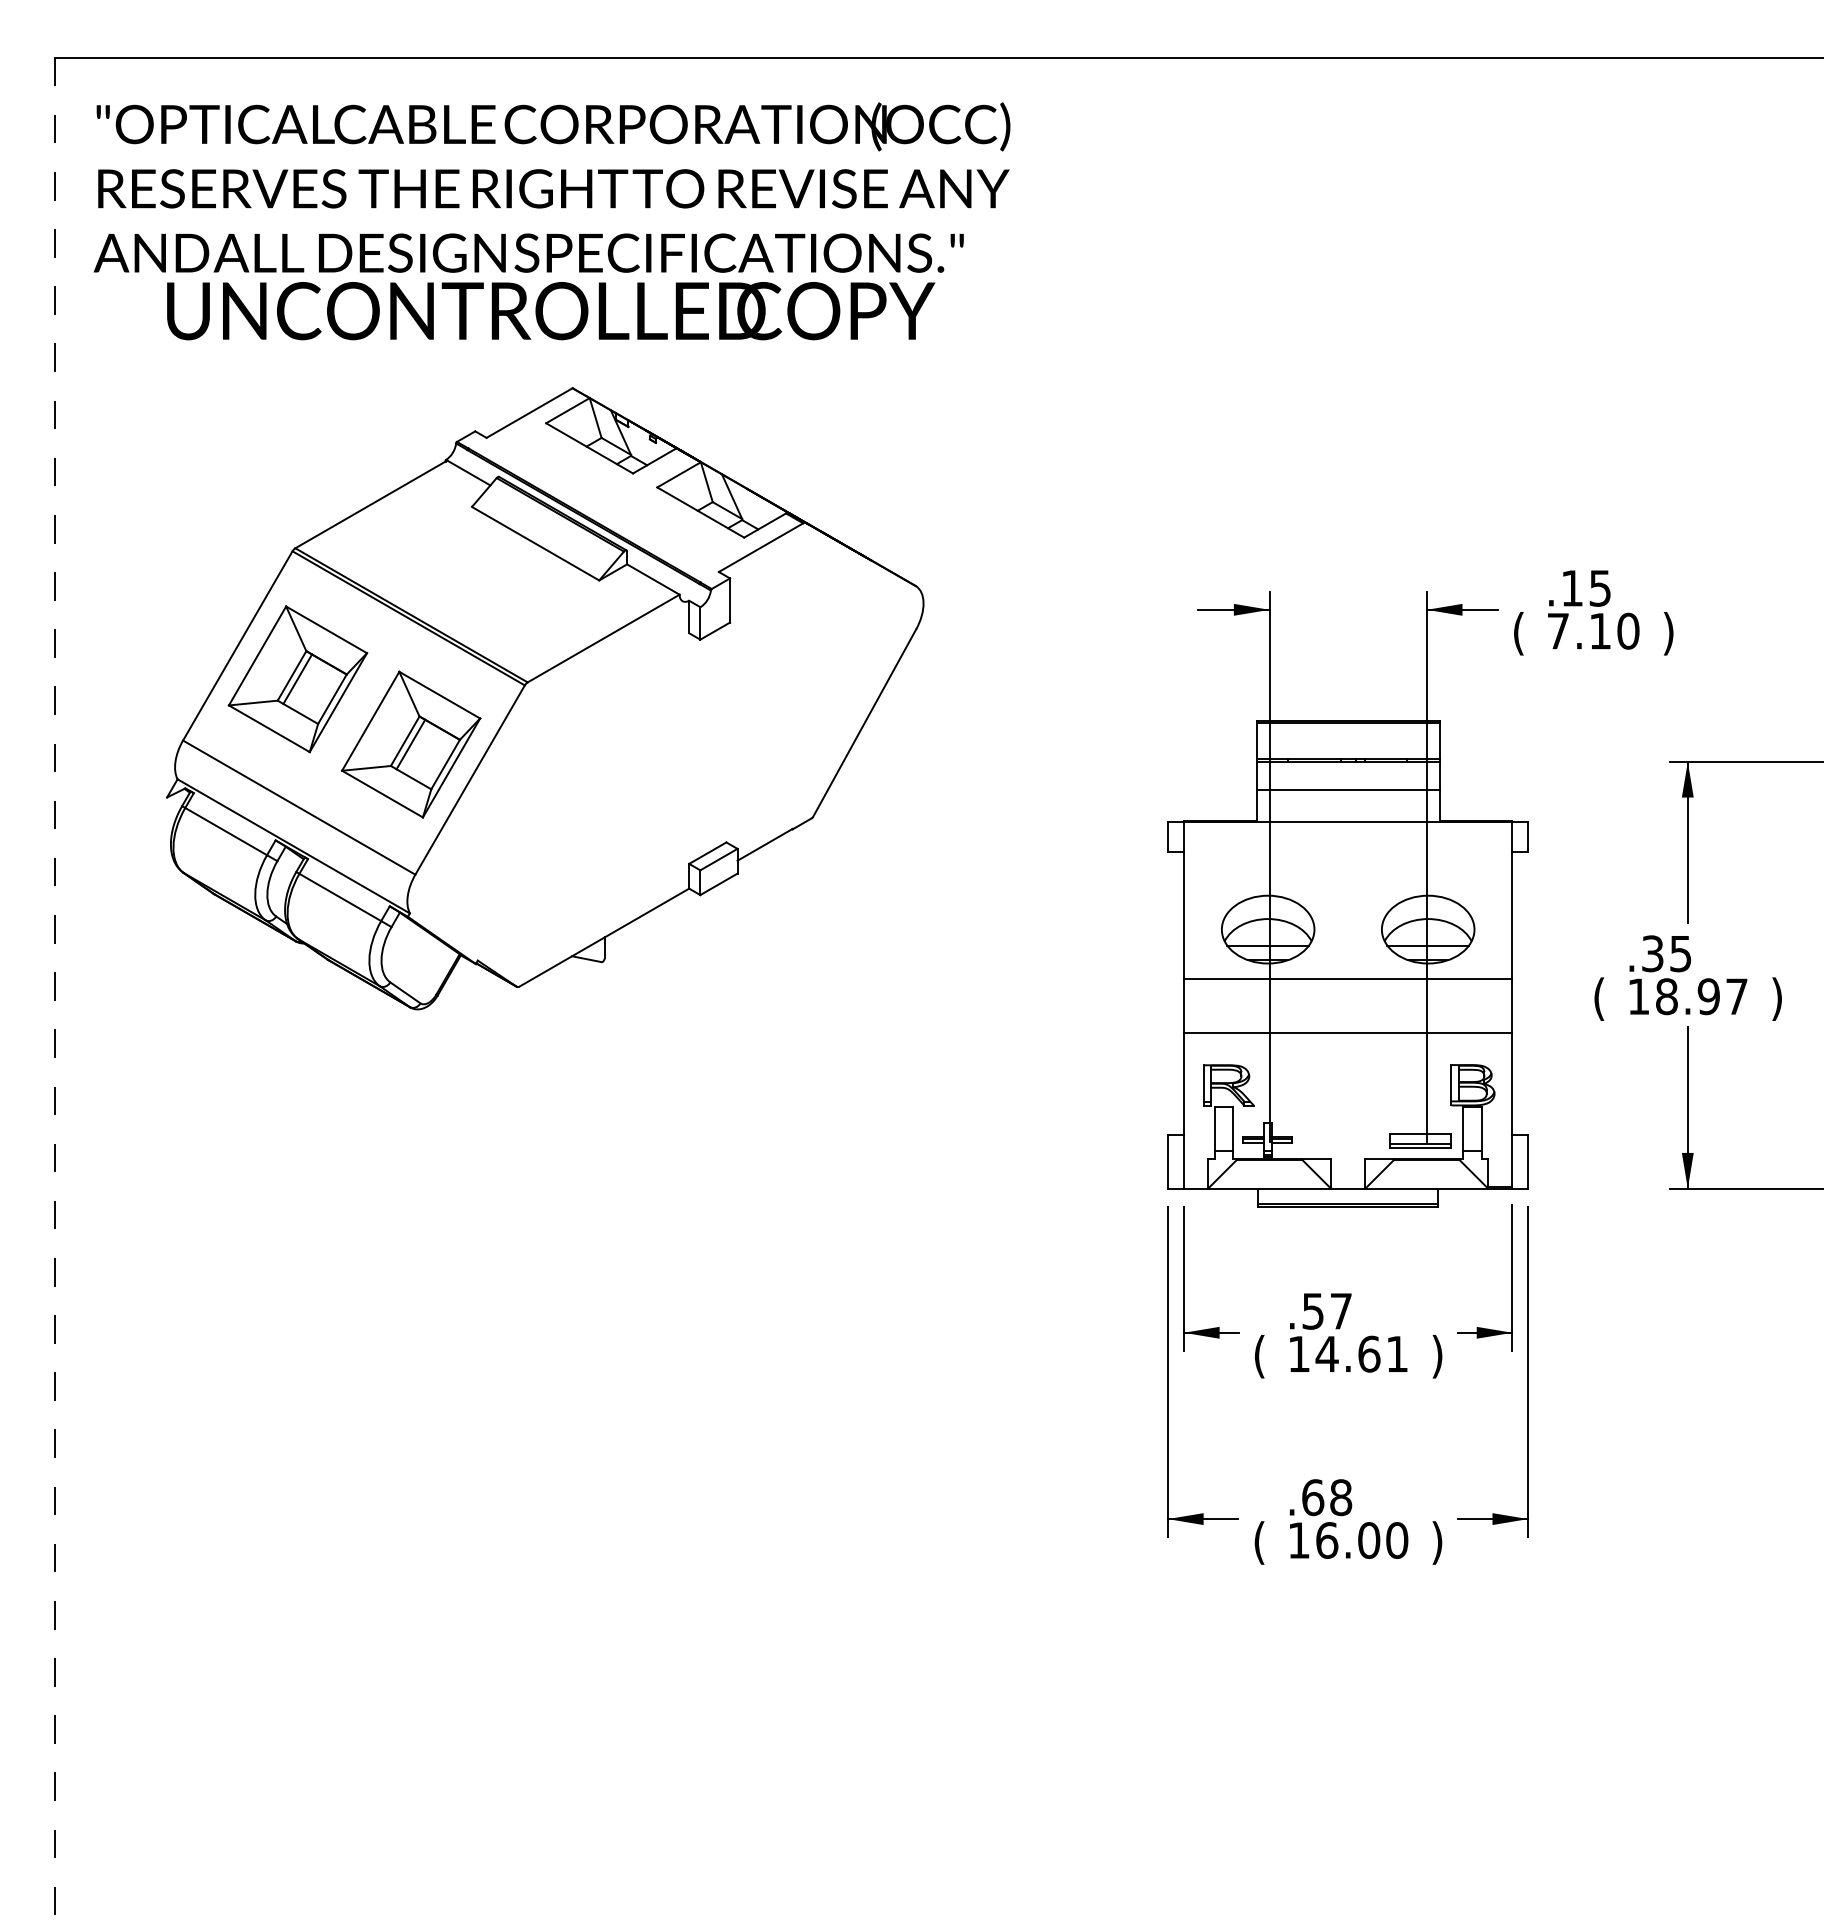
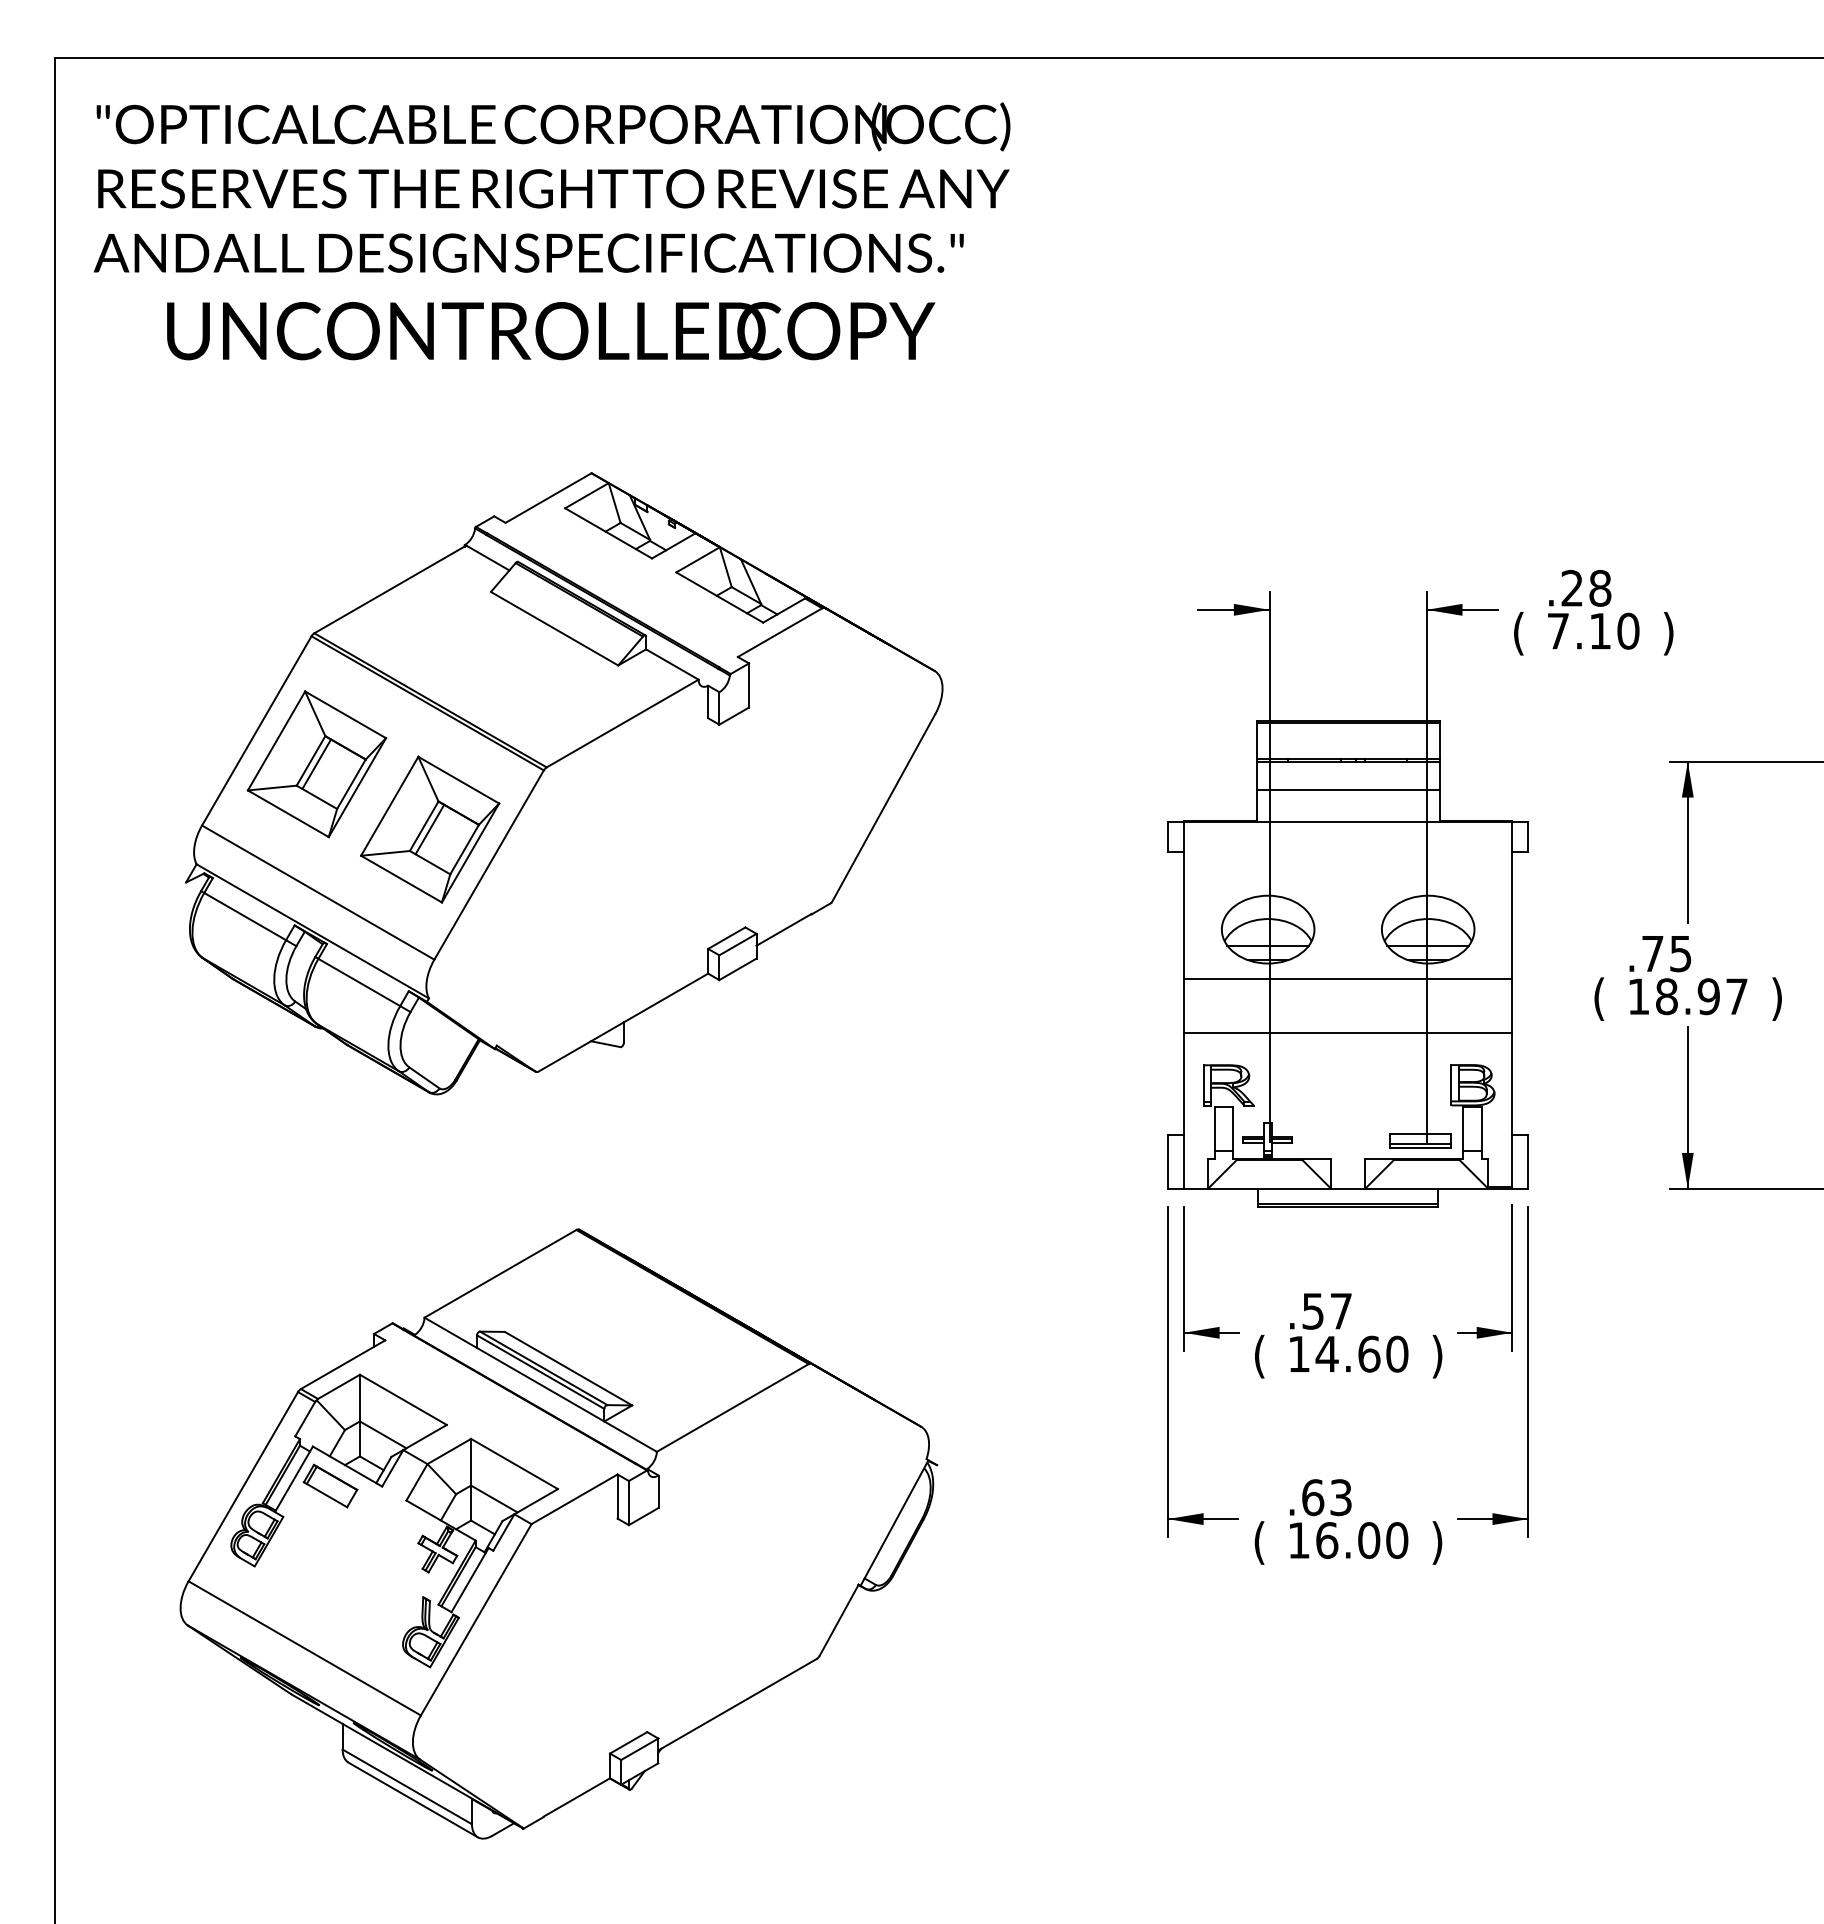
text at (551, 311) position: (551, 311) -> (551, 331)
text at (1586, 587): .15 -> .28
part at (545, 698) position: (545, 698) -> (564, 783)
text at (1652, 953): .35 -> .75
line at (54, 990): dashed -> solid
text at (1397, 1353): 14.61 -> 14.60
text at (1341, 1497): .68 -> .63
part at (558, 1533): none -> present
